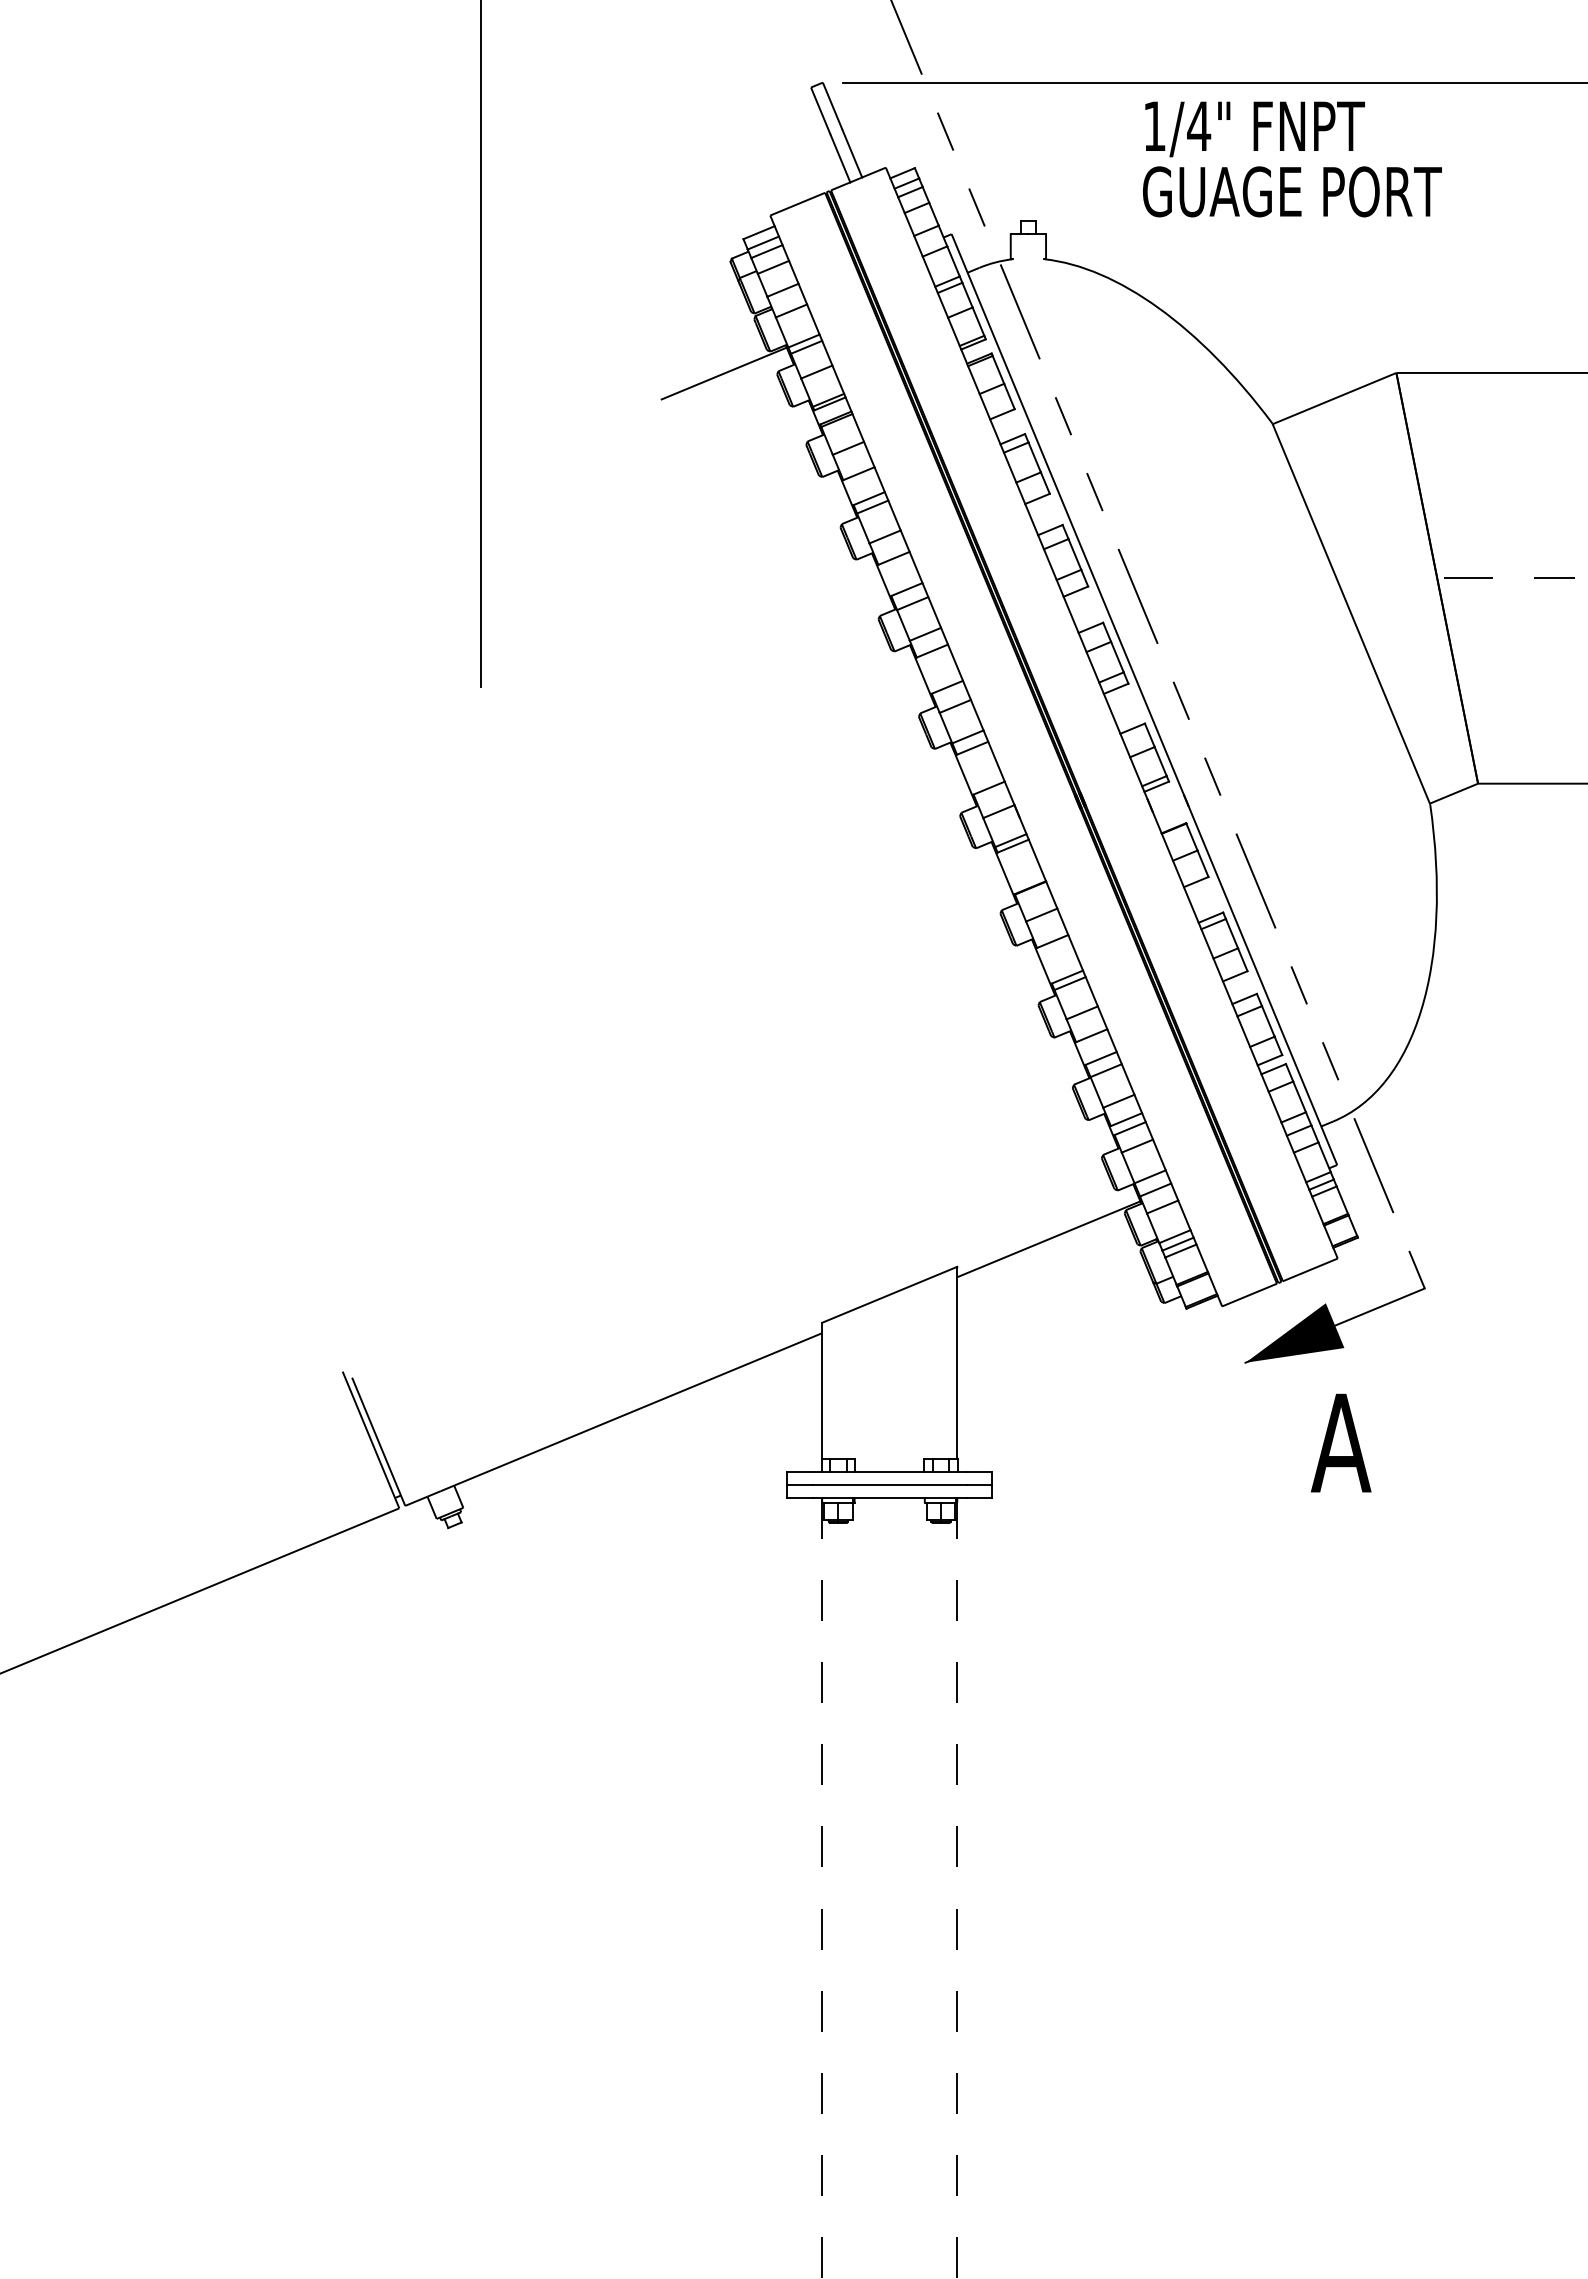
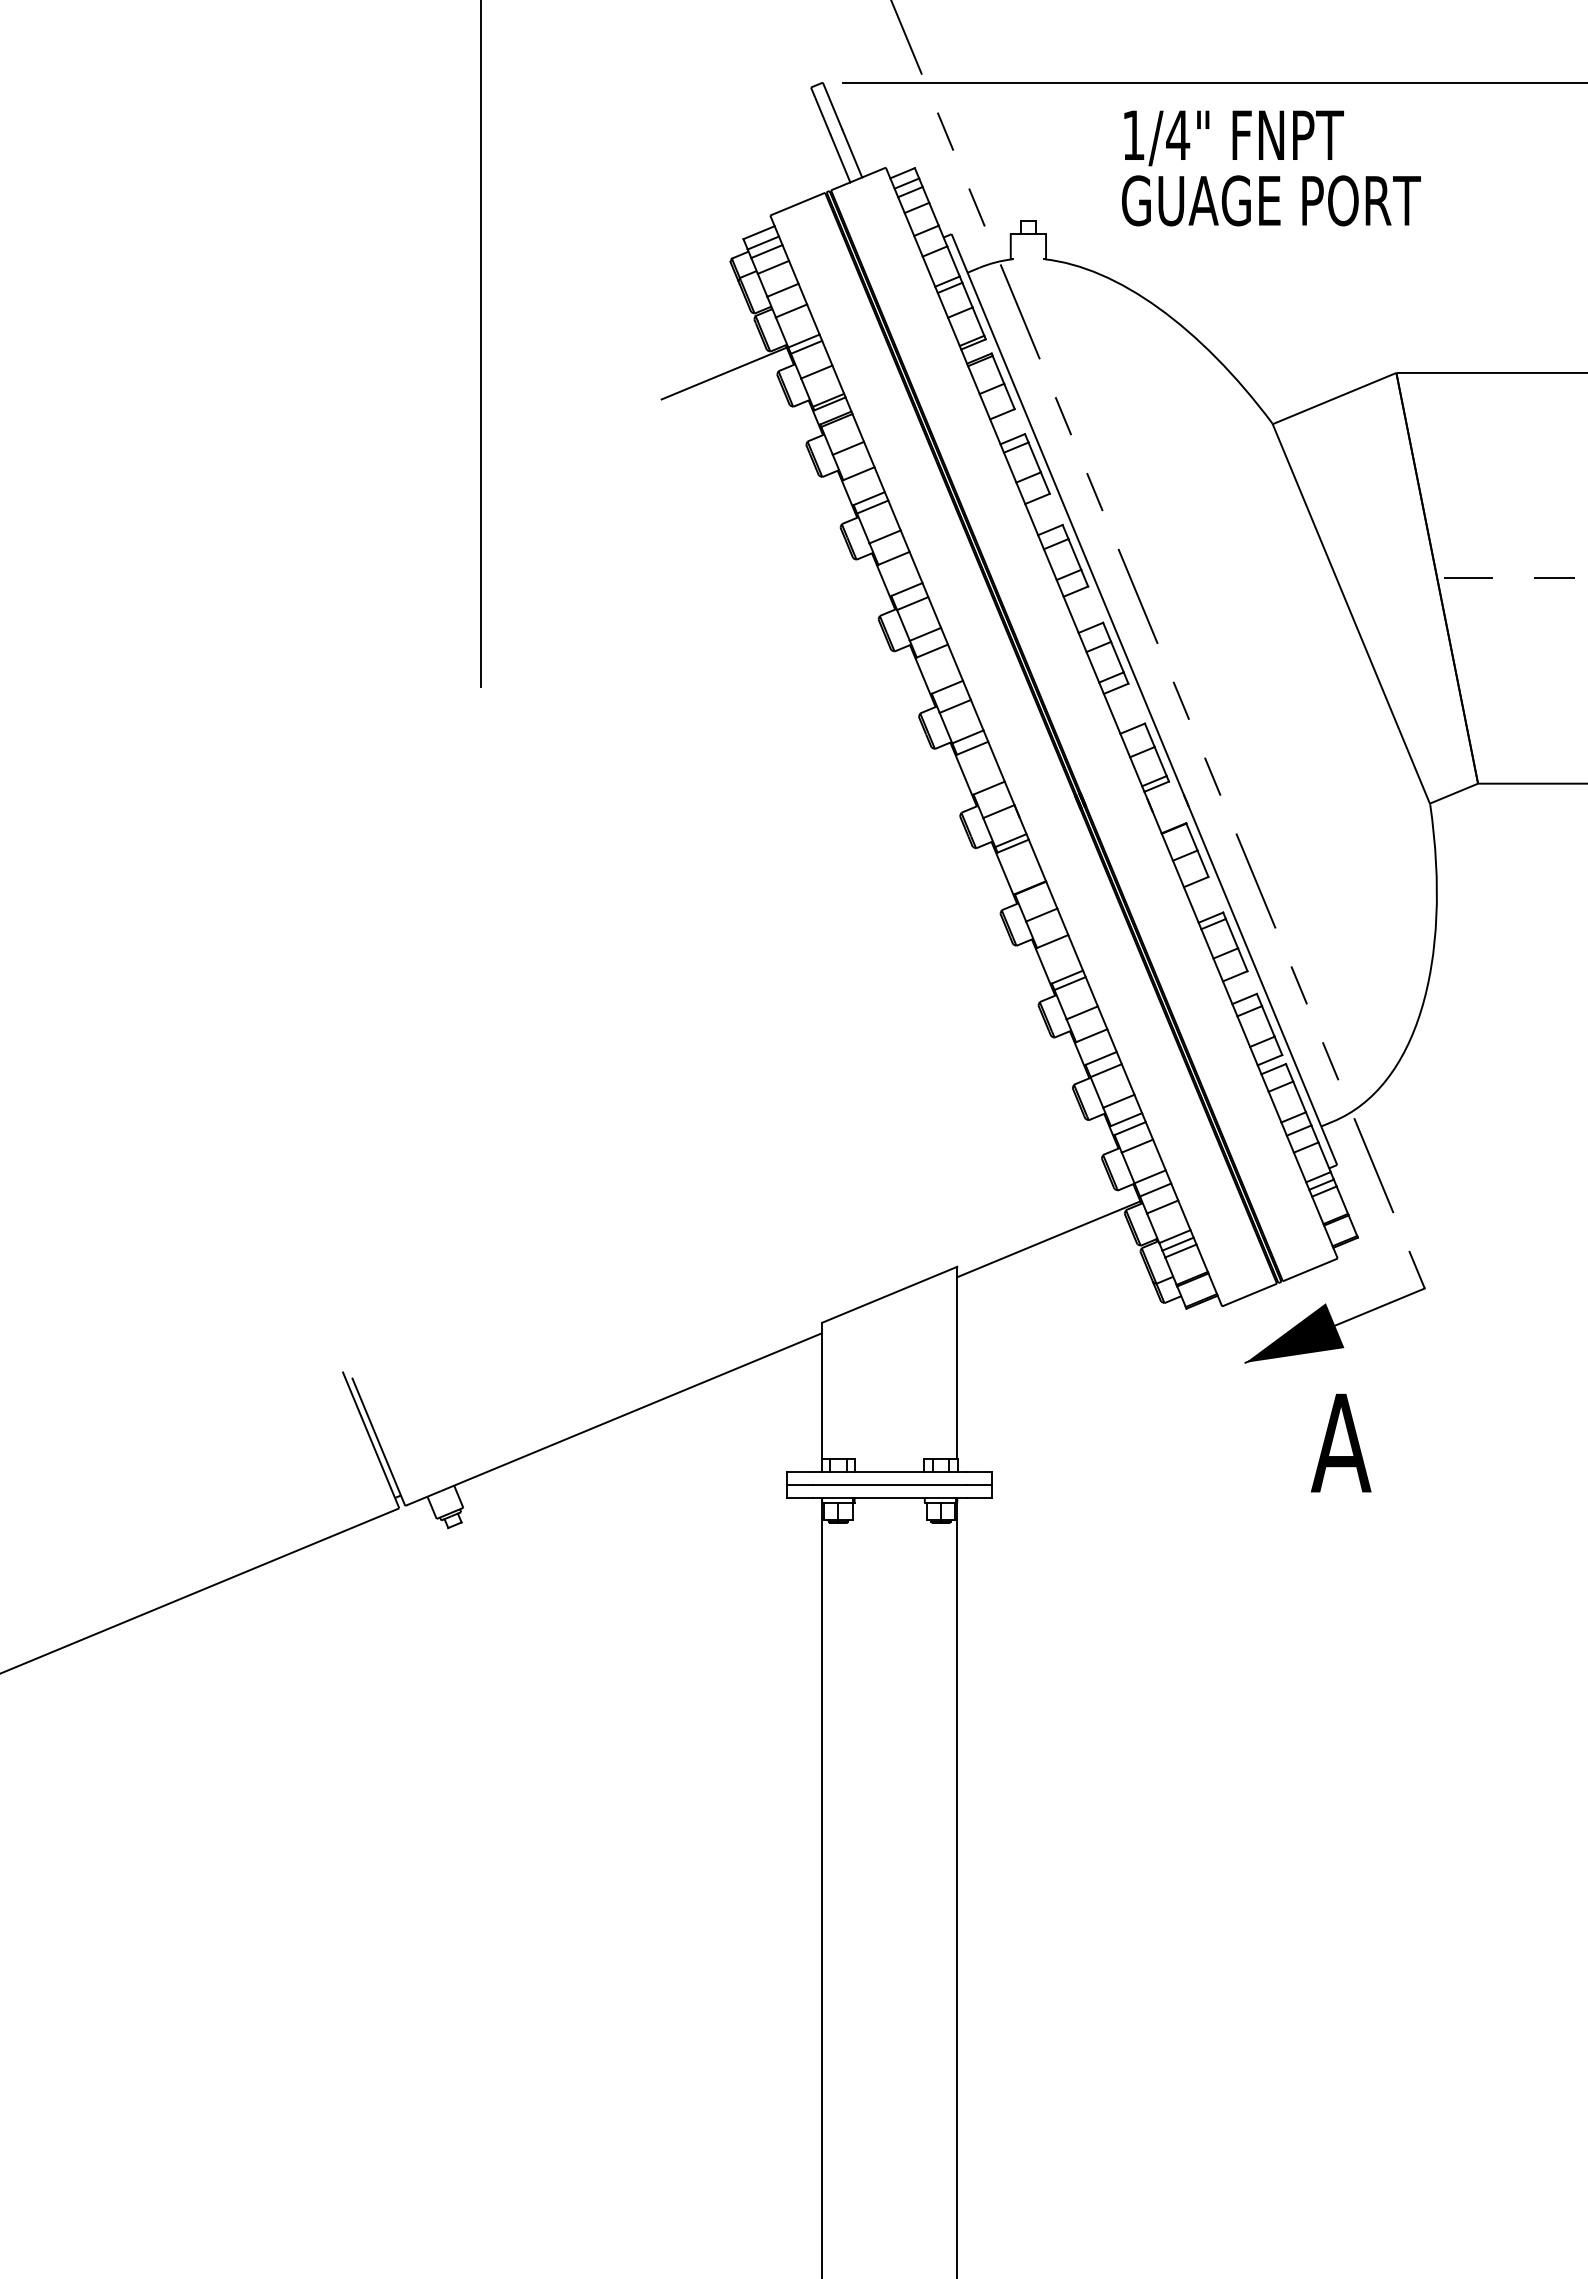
text at (1292, 159) position: (1292, 159) -> (1271, 168)
line at (822, 1888): dashed -> solid
line at (957, 1888): dashed -> solid
